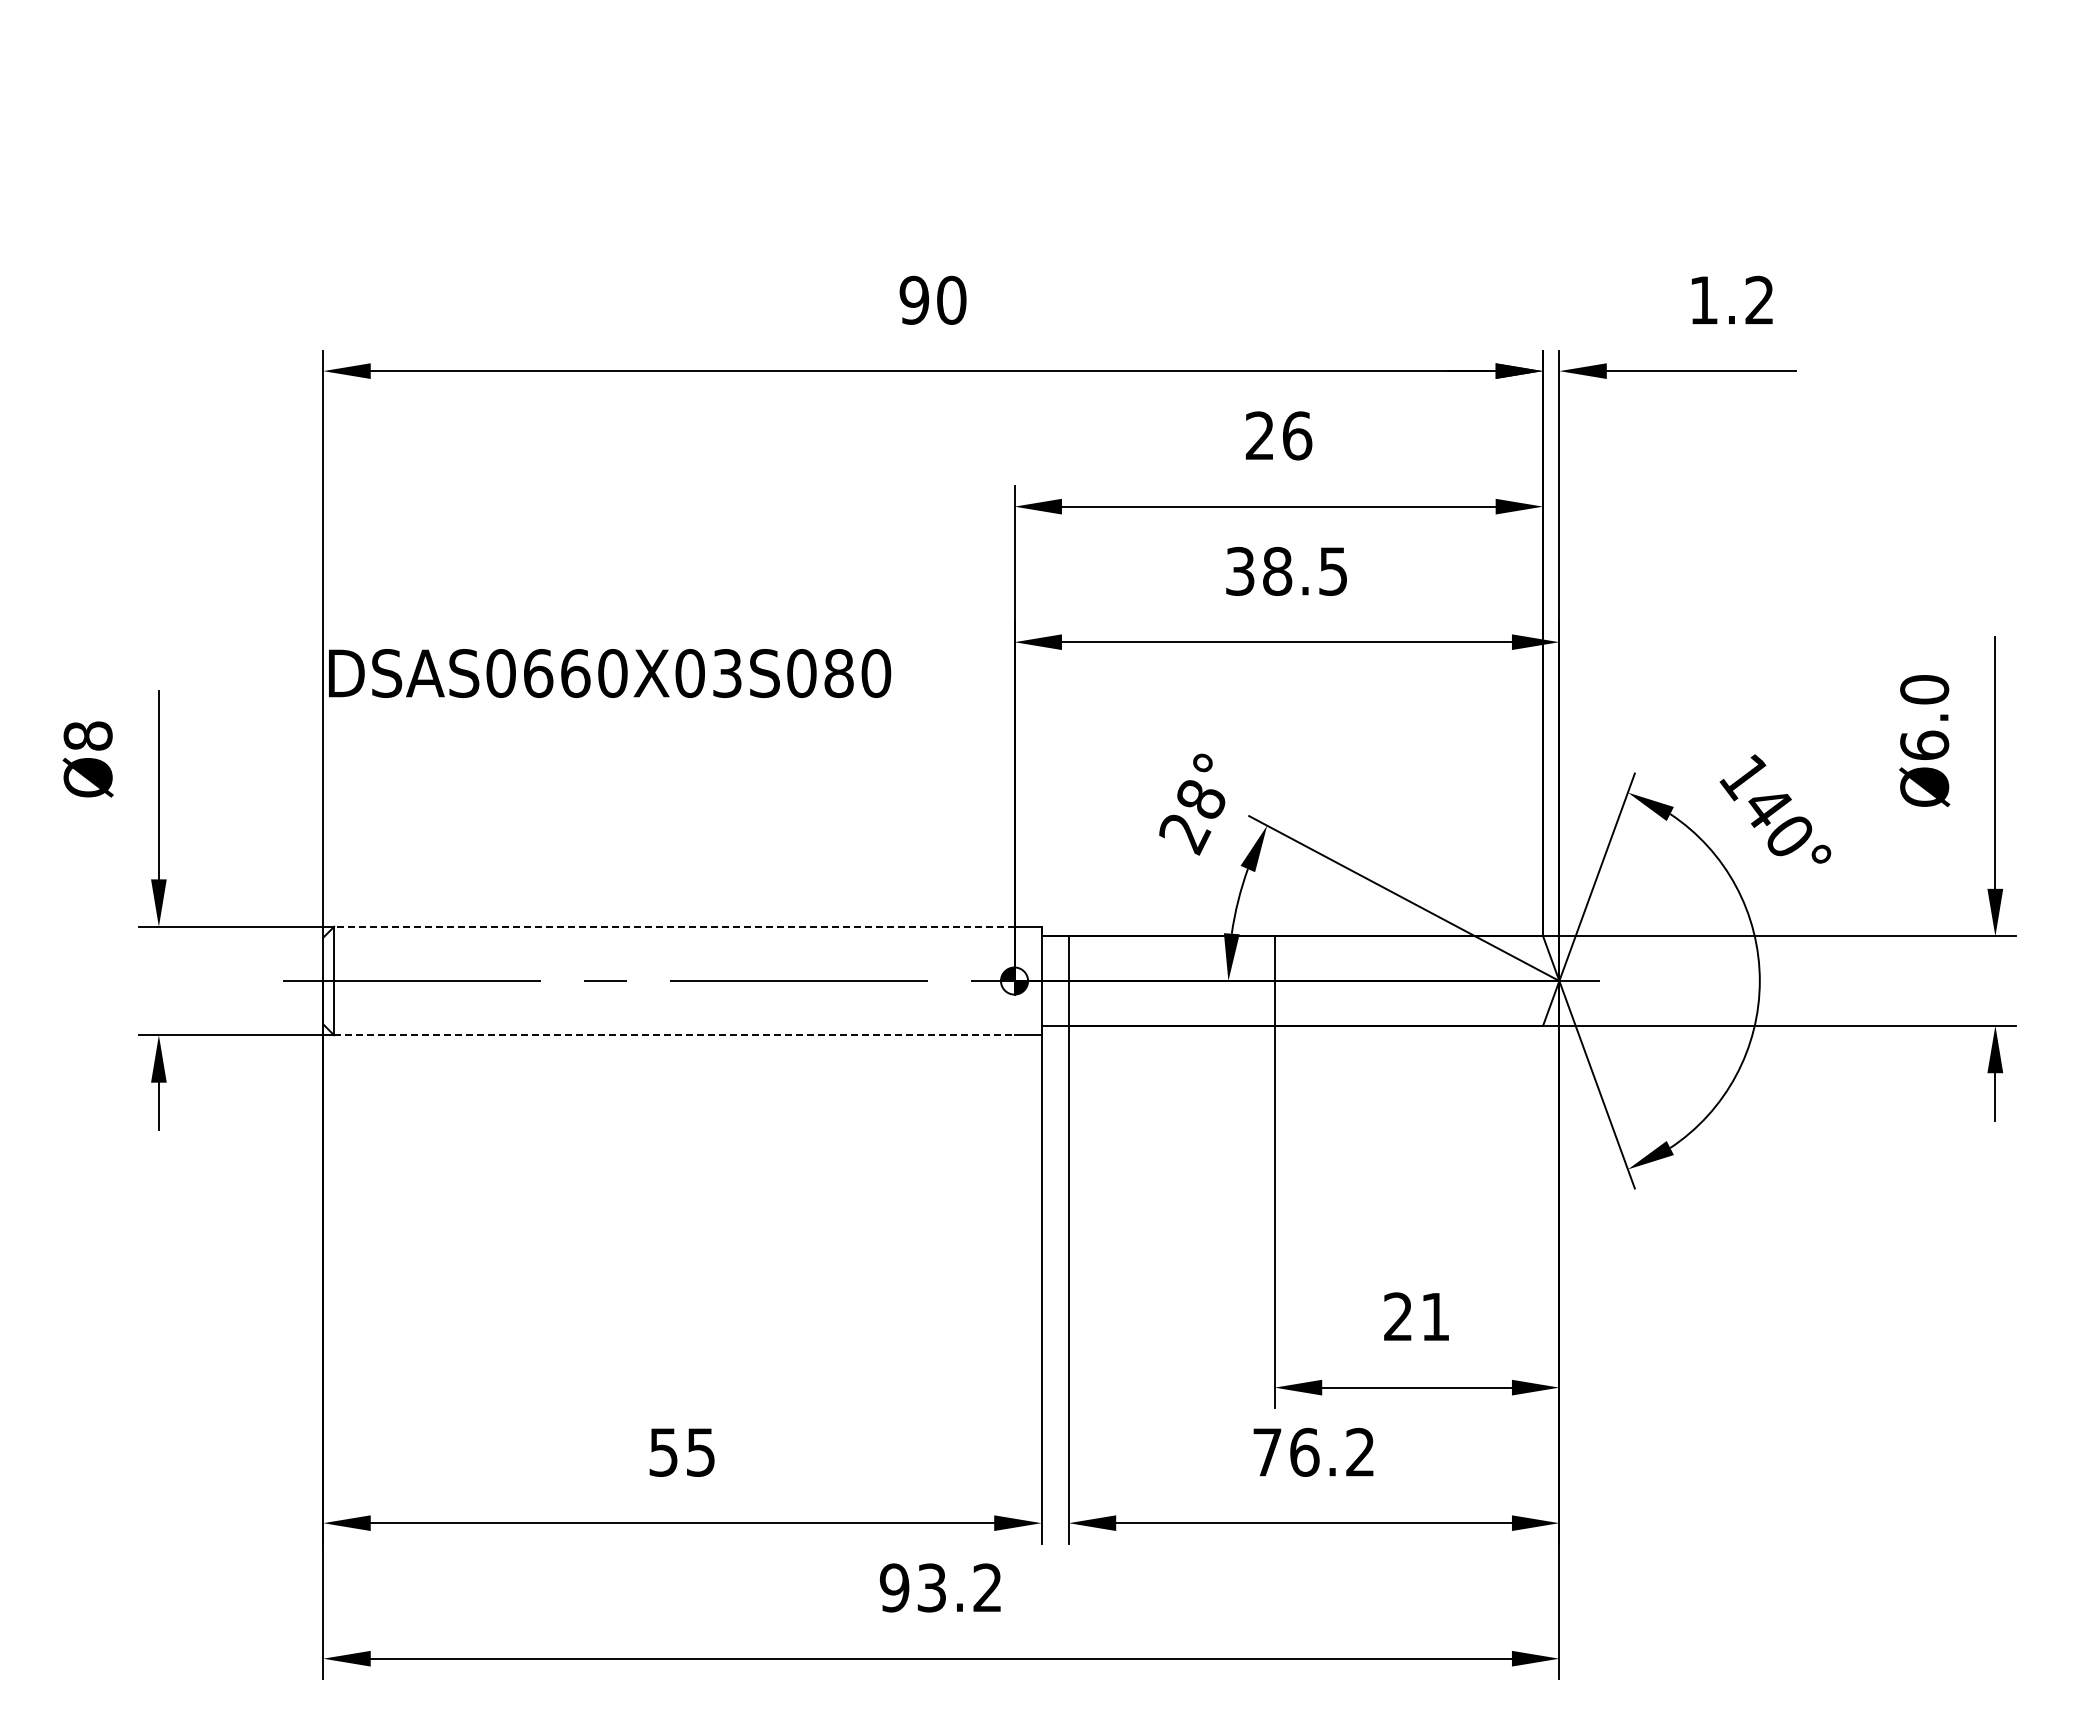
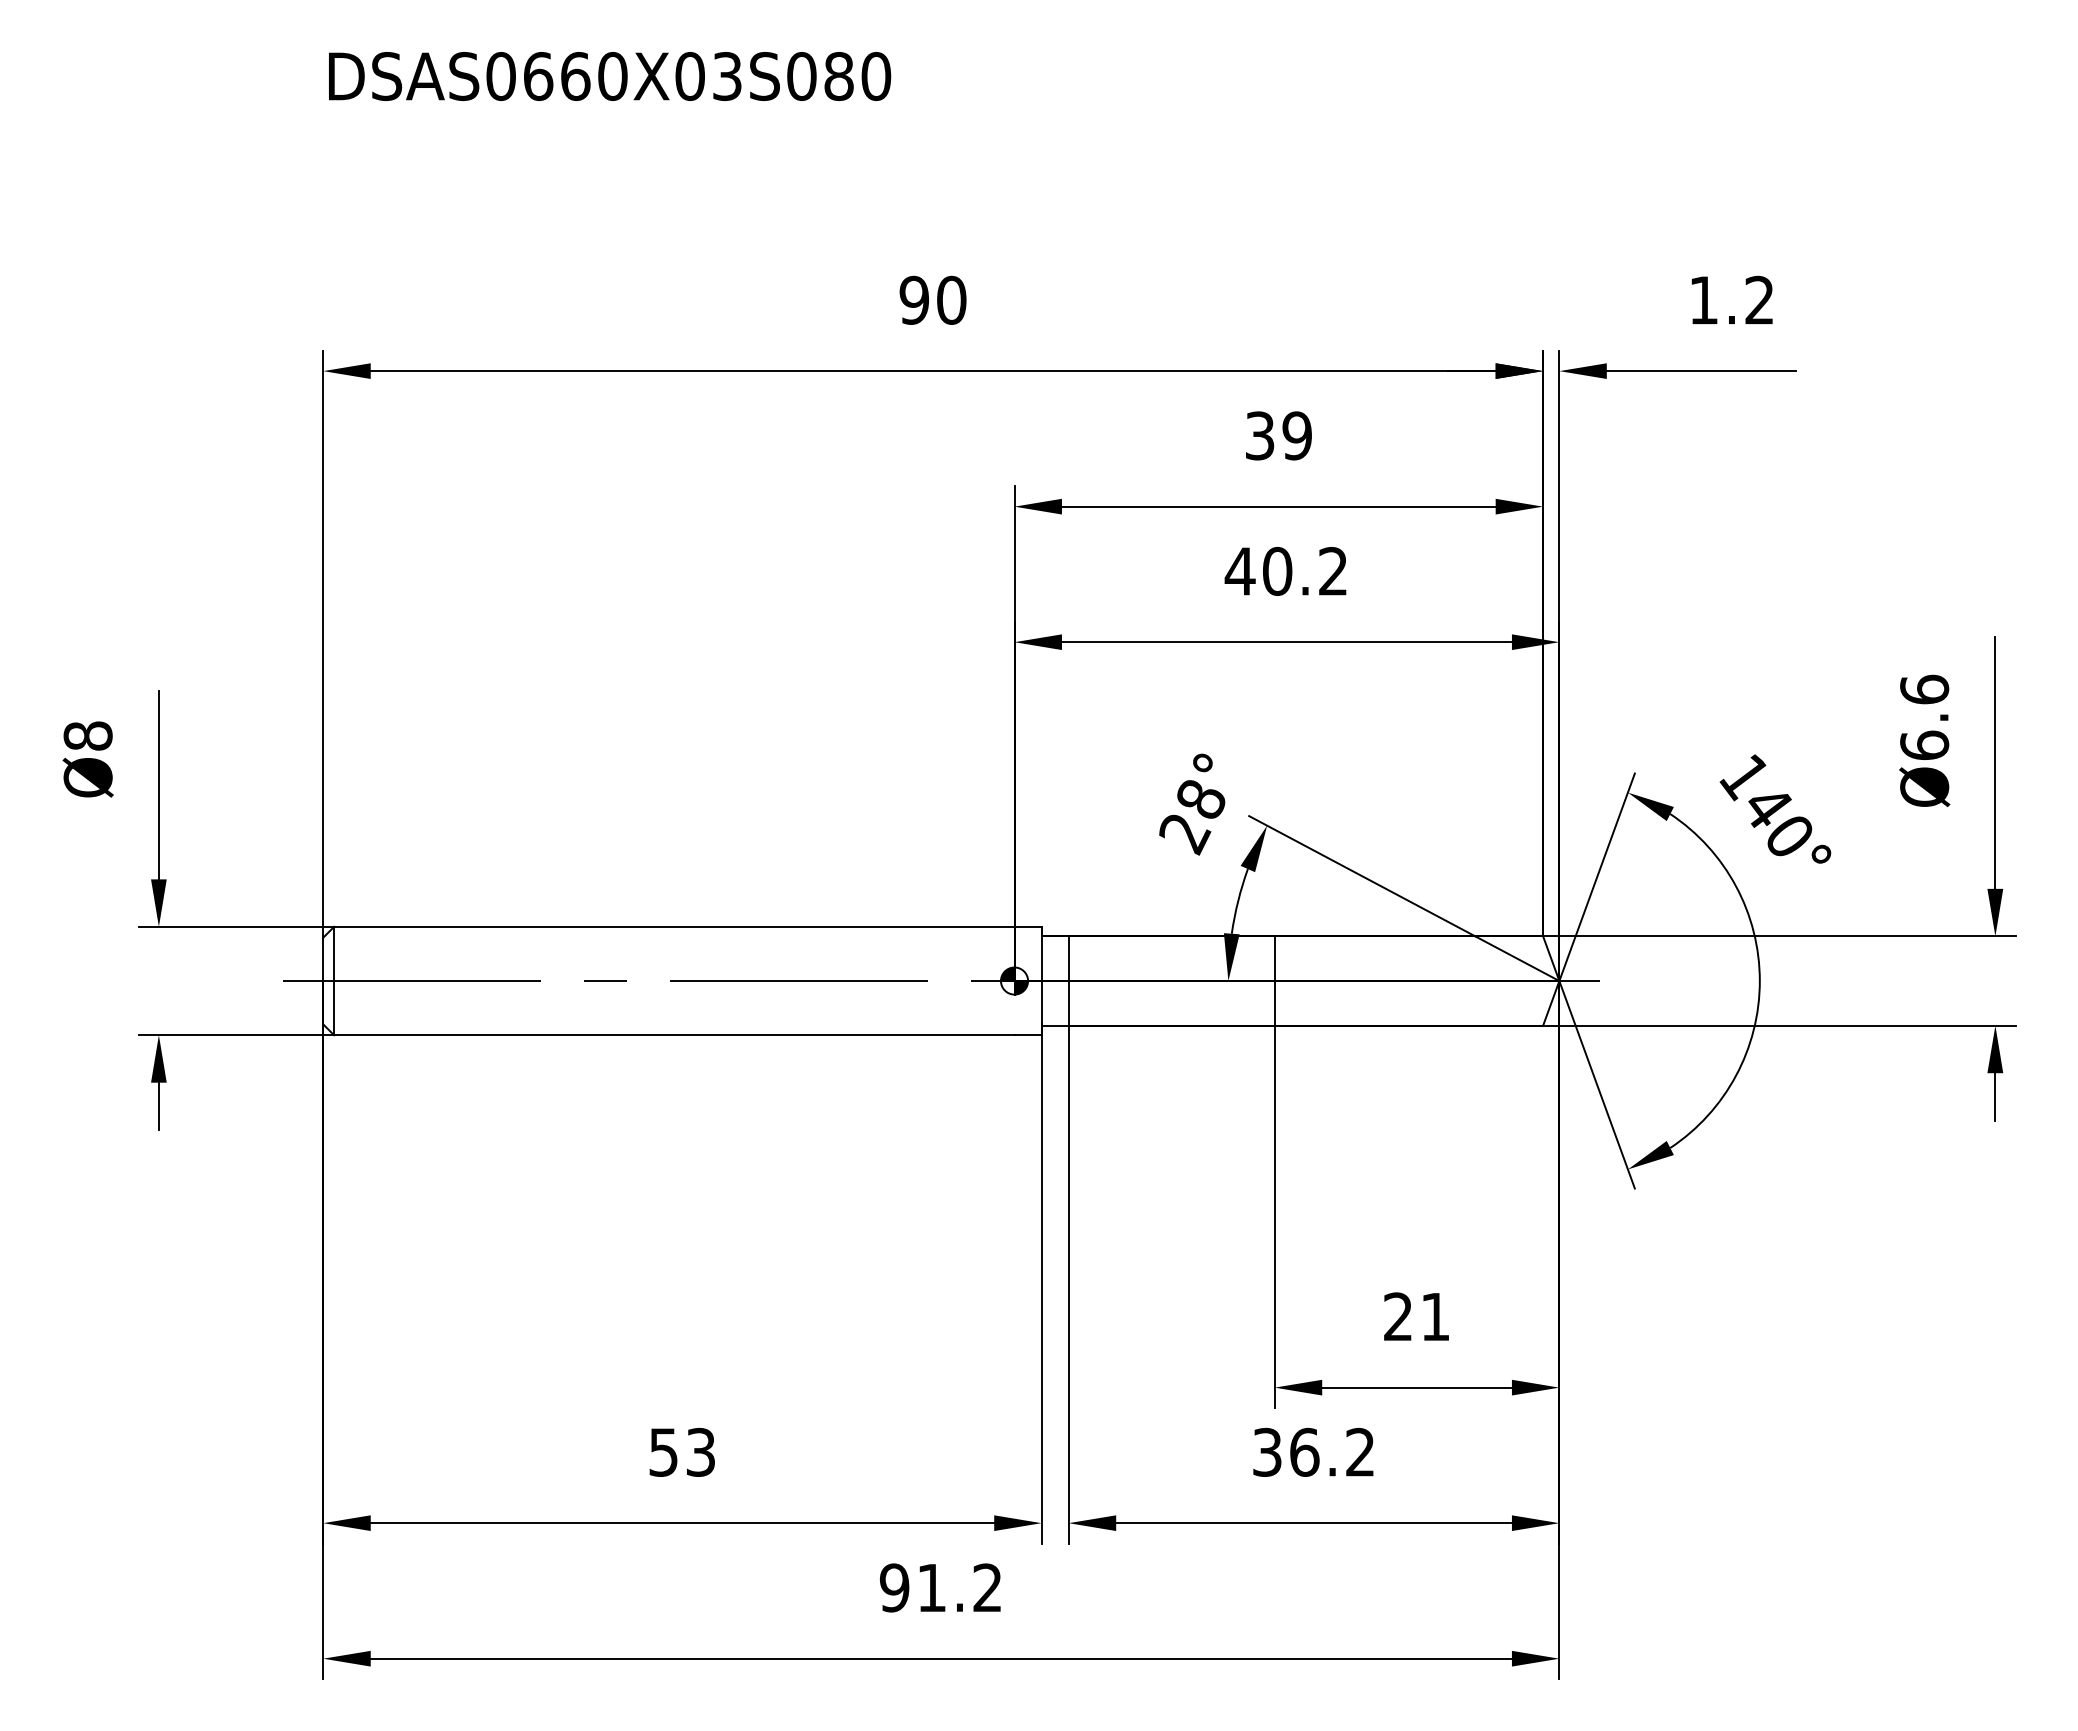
text at (1278, 435): 26 -> 39
text at (1285, 570): 38.5 -> 40.2
text at (610, 673) position: (610, 673) -> (610, 76)
text at (1924, 689): Ø6.0 -> Ø6.6
line at (673, 926): dashed -> solid
line at (674, 1035): dashed -> solid
text at (700, 1451): 55 -> 53
text at (1267, 1451): 76.2 -> 36.2
text at (931, 1587): 93.2 -> 91.2
